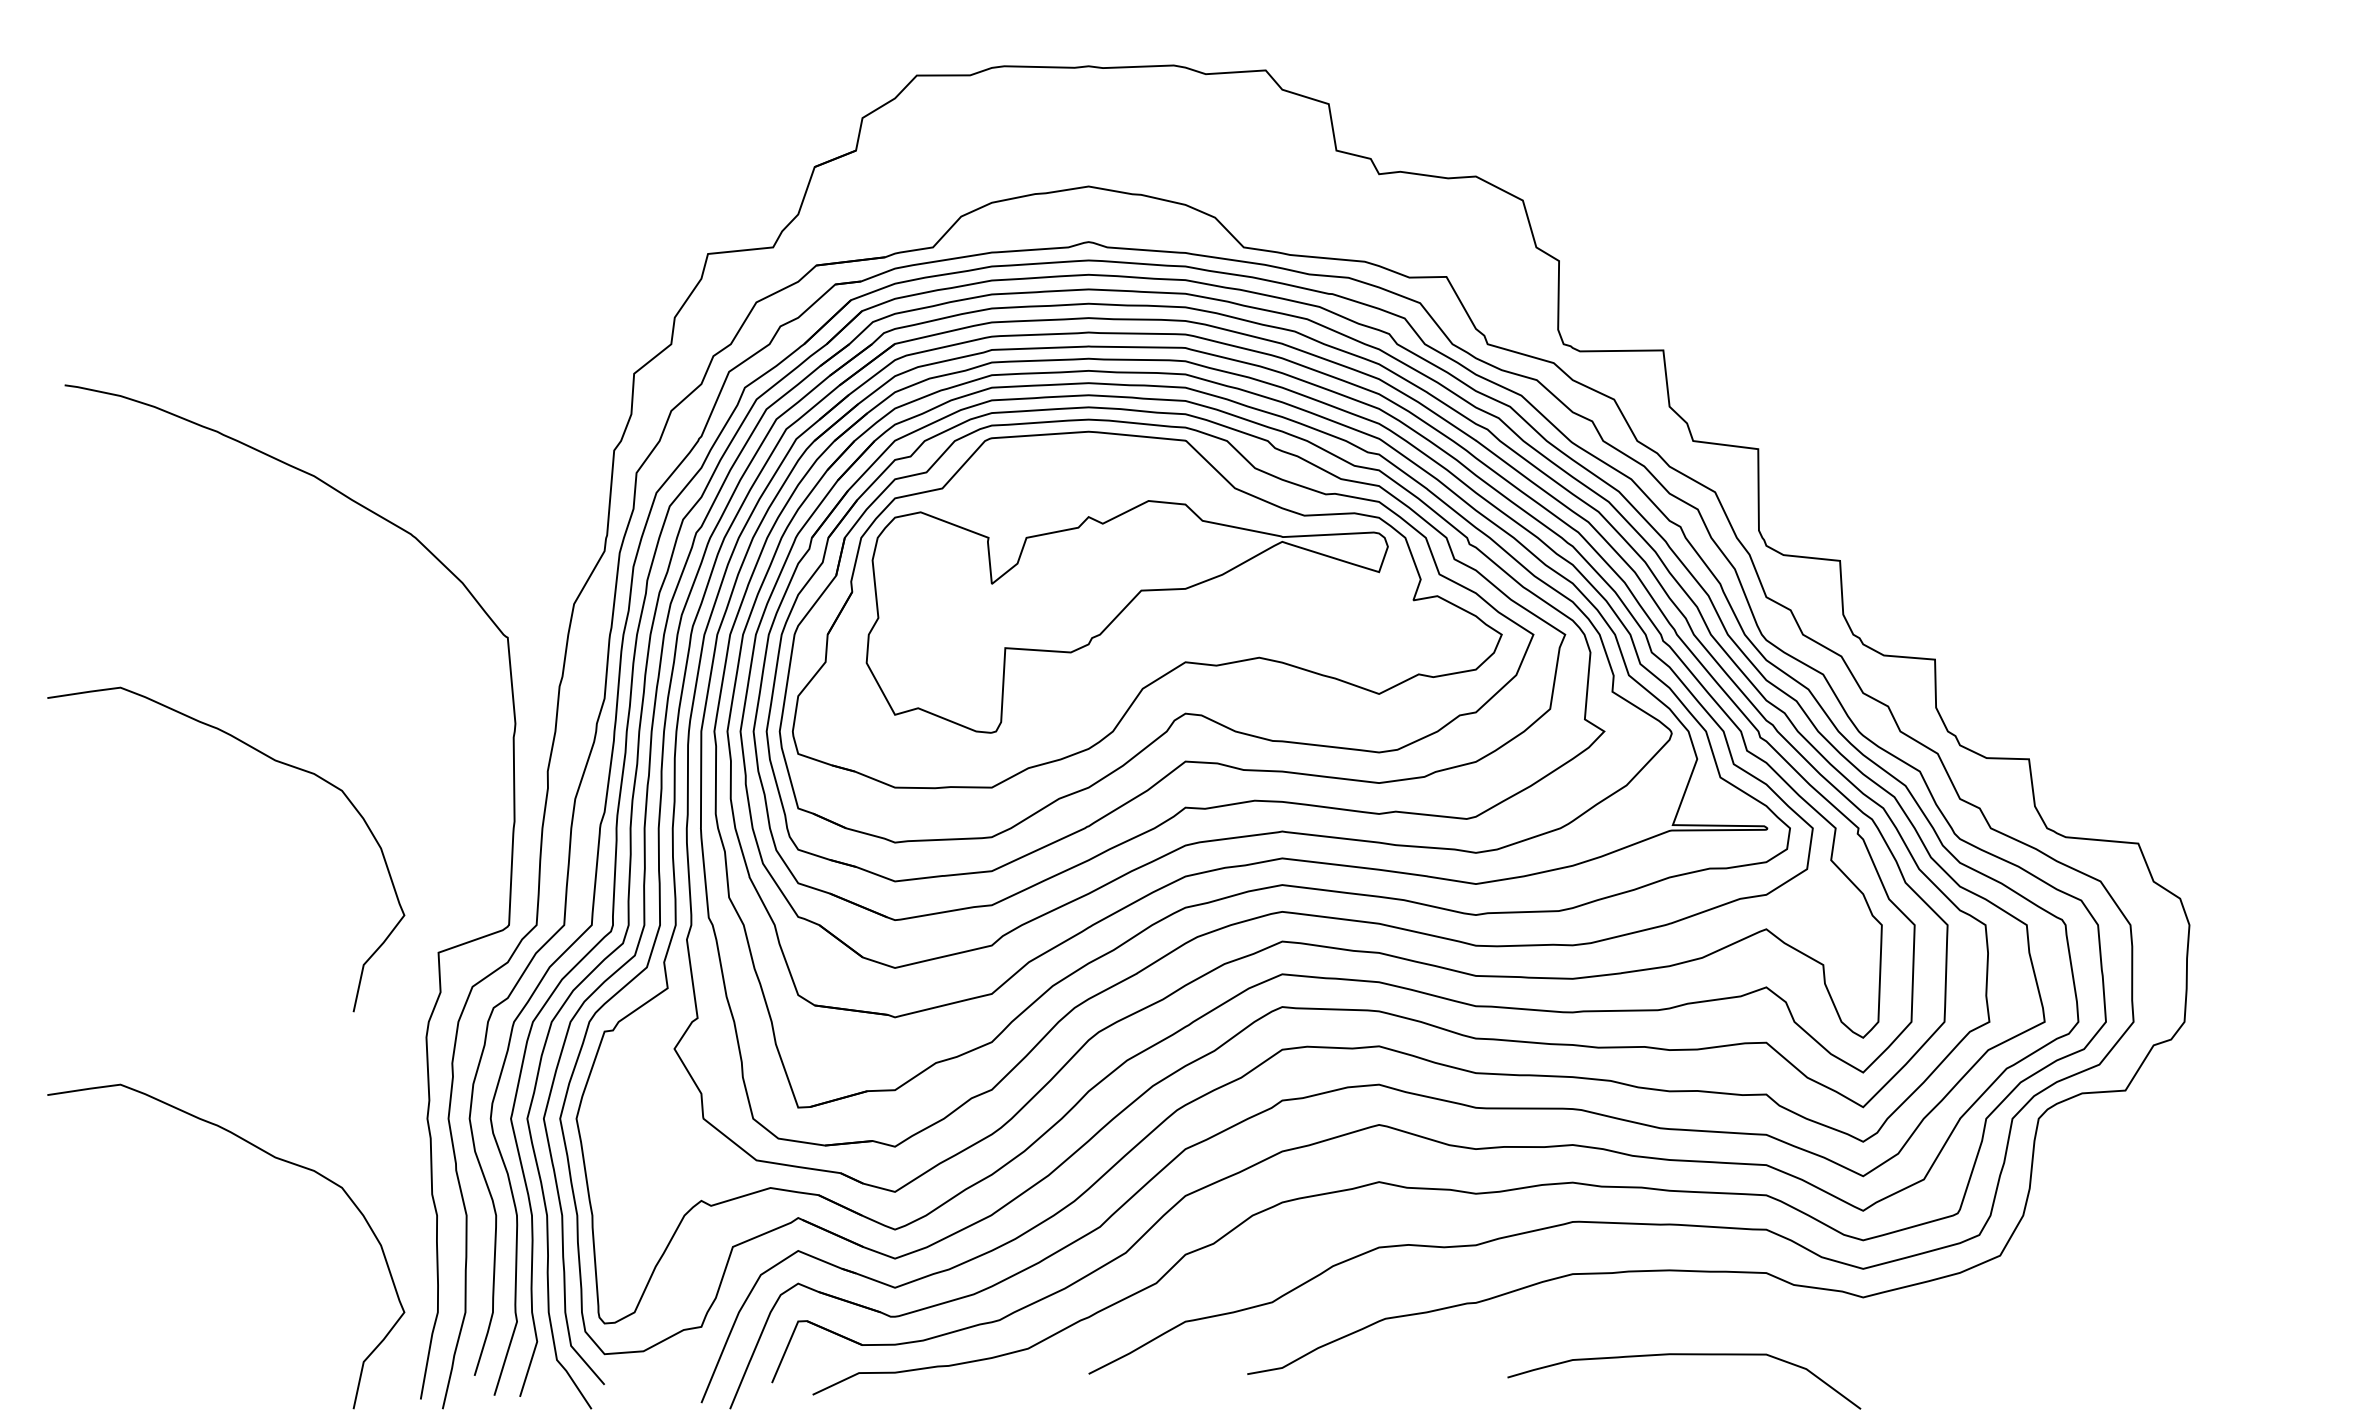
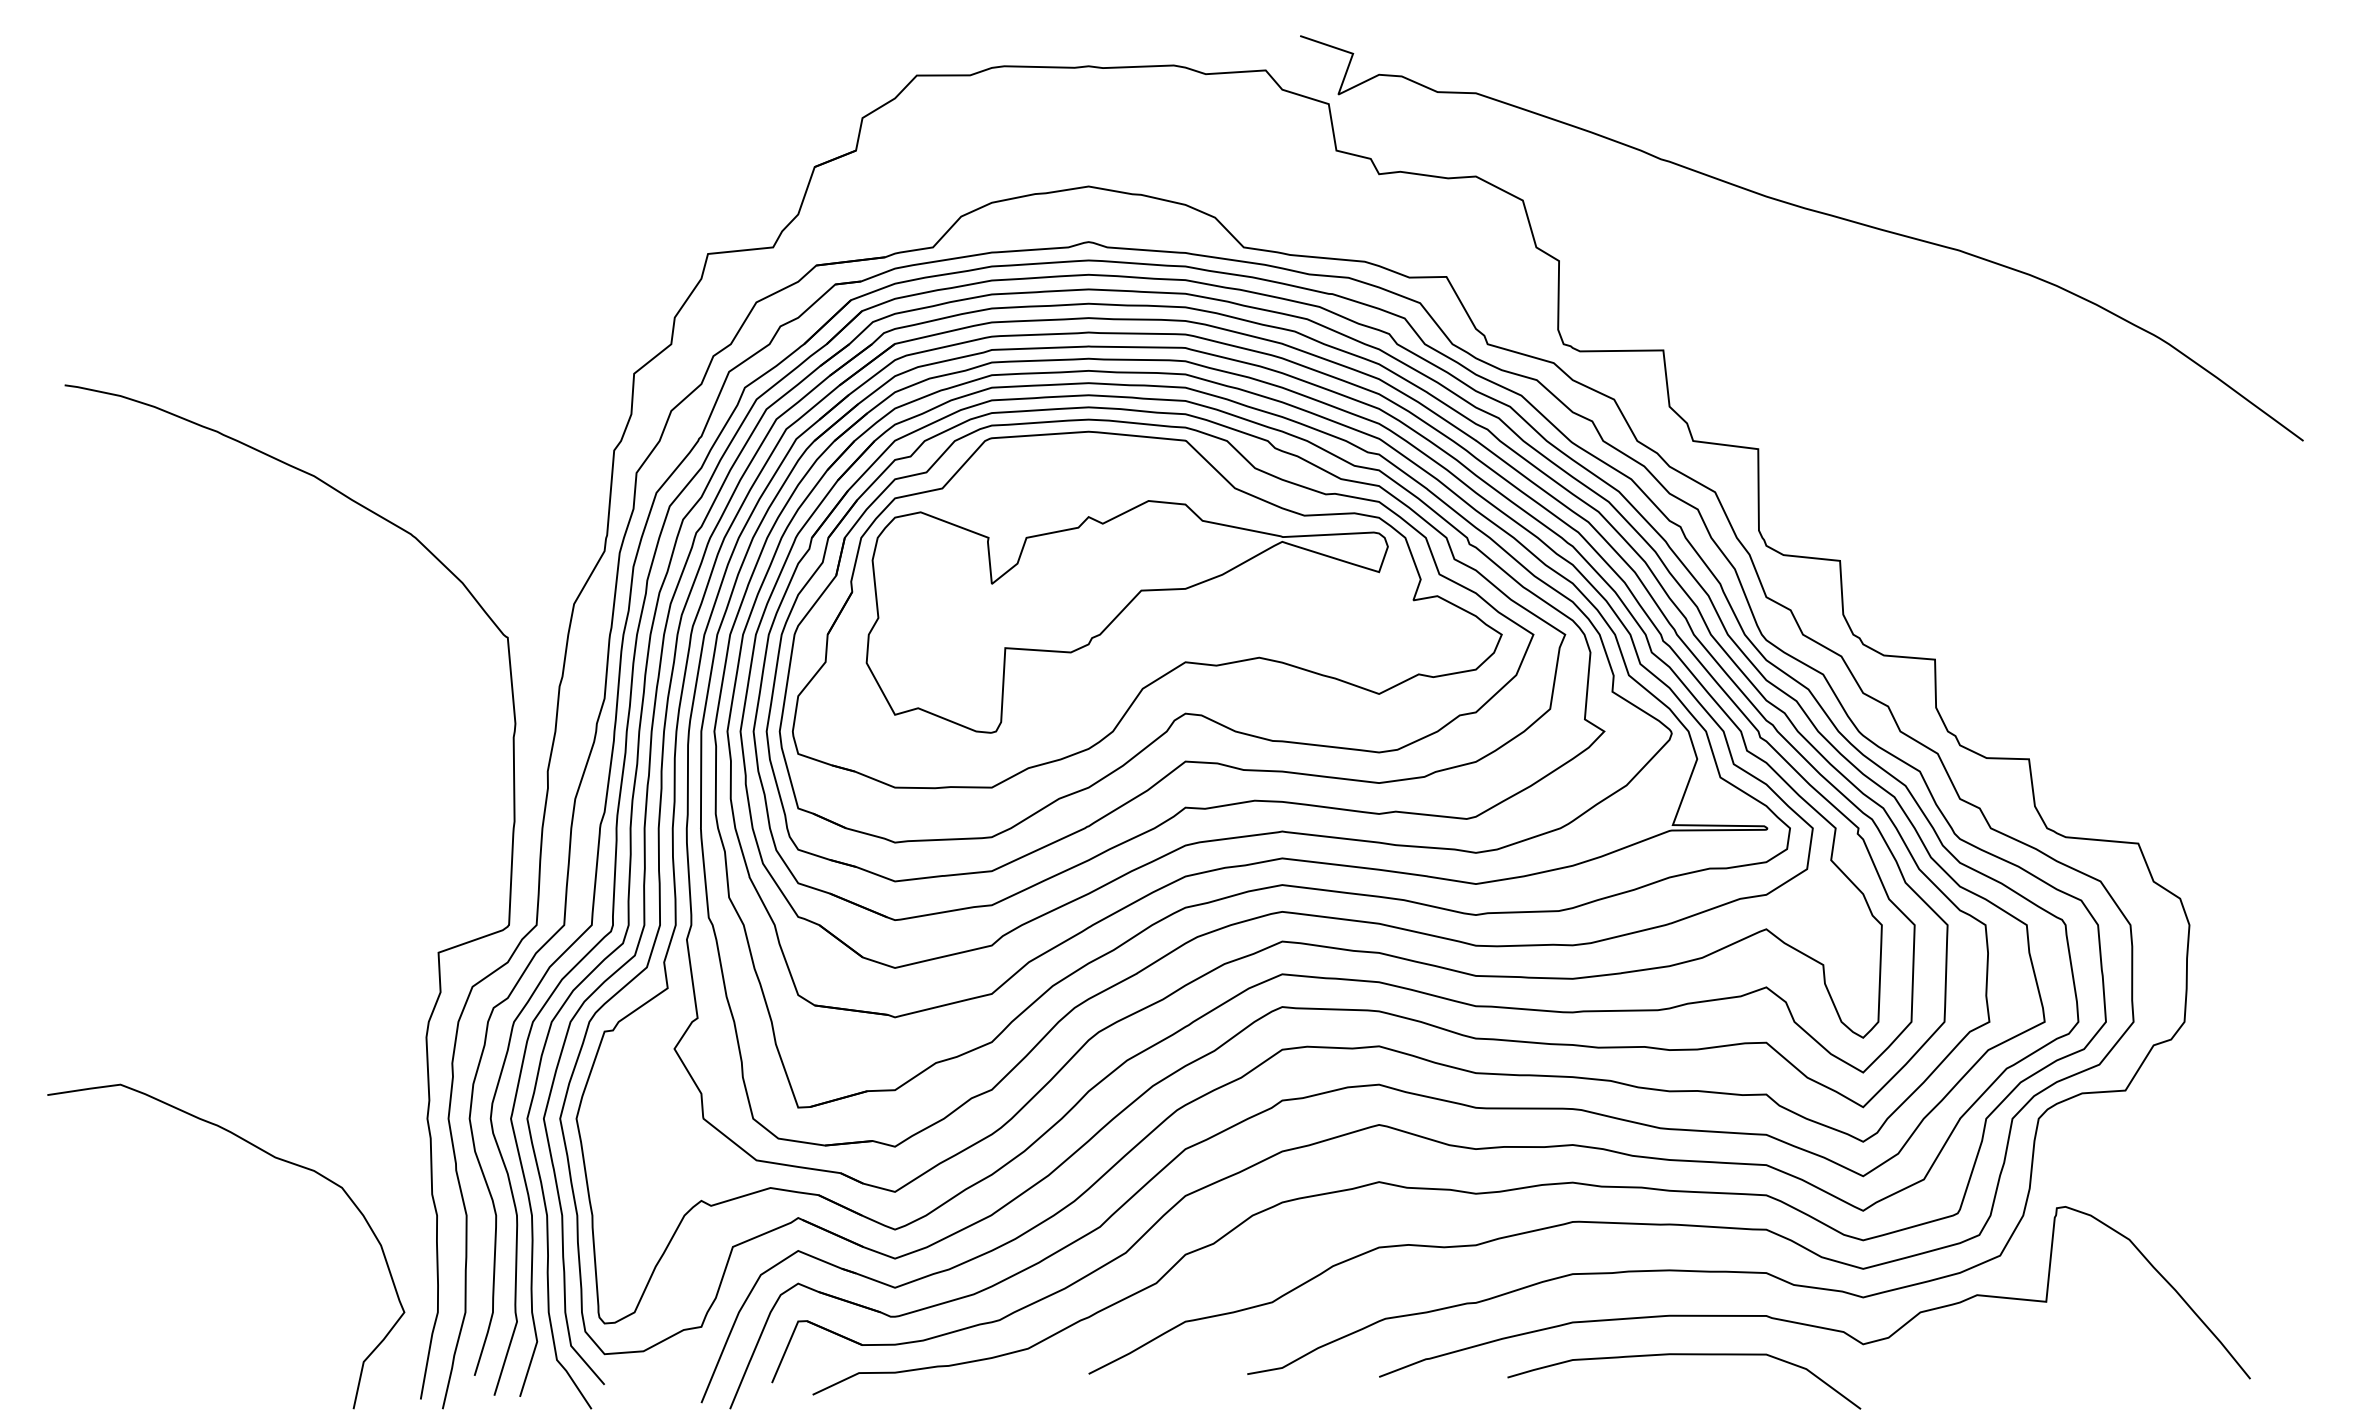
curve at (1811, 211): none -> present
curve at (274, 761): present -> none
curve at (1806, 1323): none -> present
